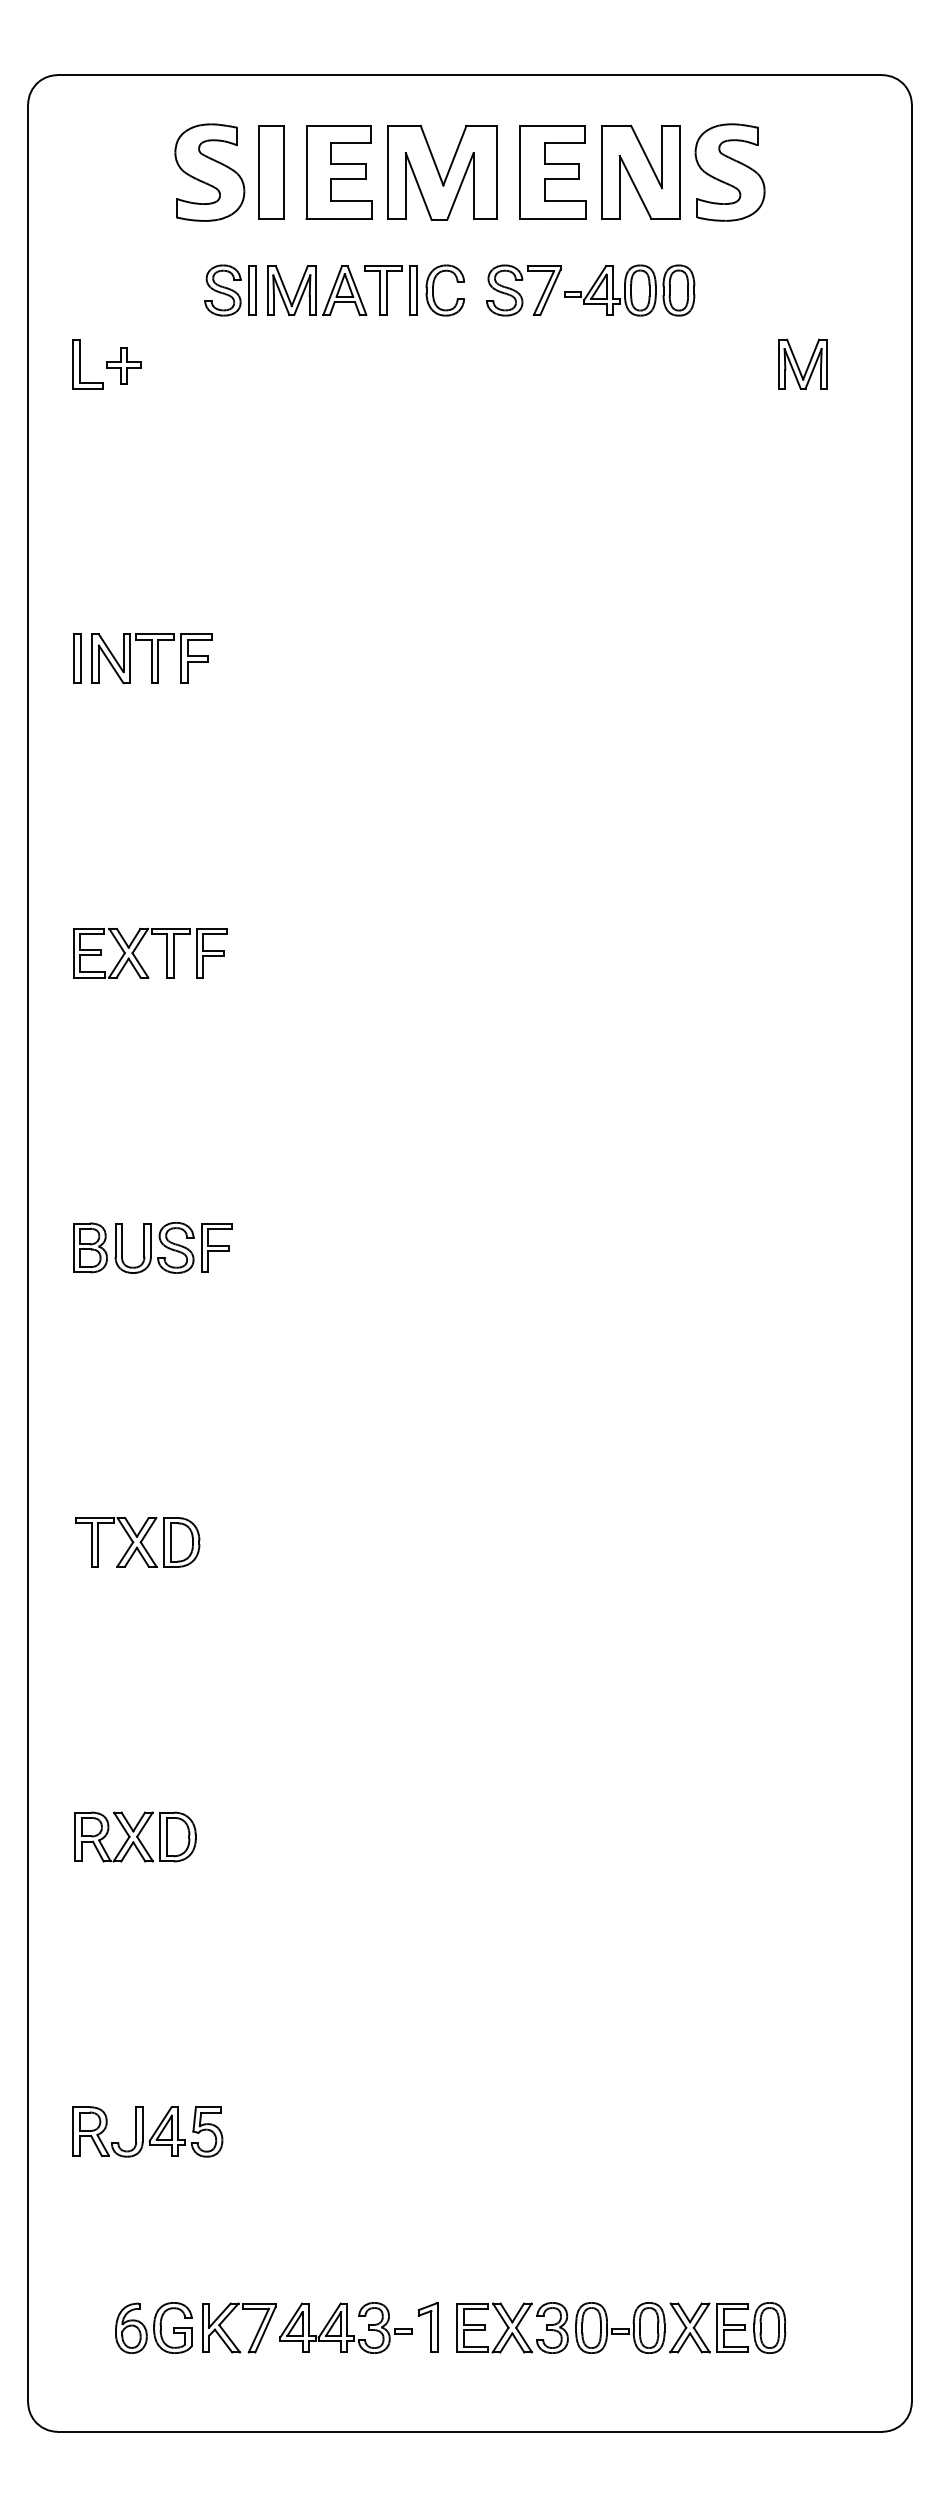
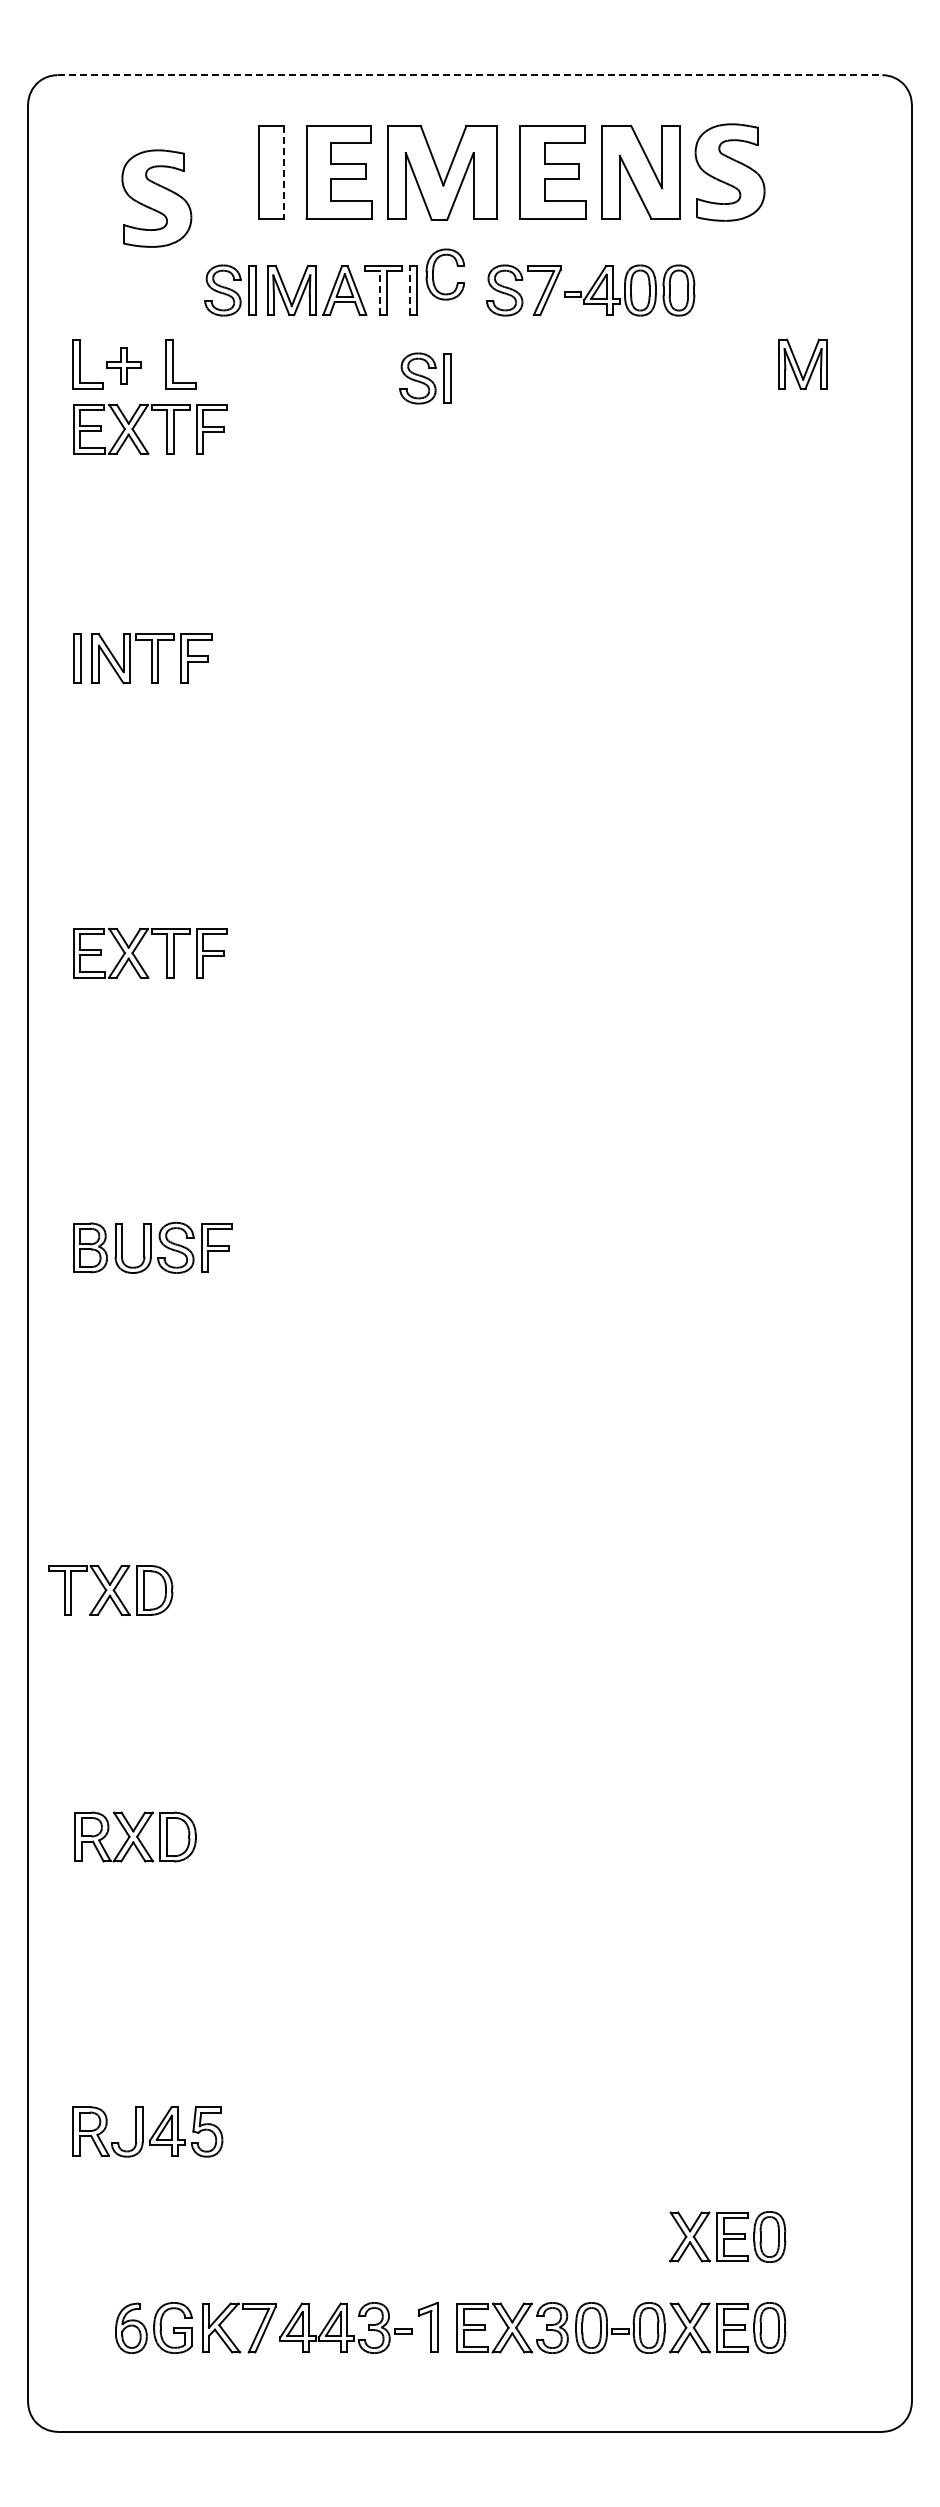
line at (470, 75): solid -> dashed
part at (209, 172) position: (209, 172) -> (156, 198)
line at (283, 172): solid -> dashed
line at (410, 290): solid -> dashed
part at (433, 290) position: (433, 290) -> (433, 274)
line at (380, 293): solid -> dashed
part at (173, 364): none -> present
part at (425, 378): none -> present
part at (139, 420): none -> present
part at (137, 1542) position: (137, 1542) -> (110, 1590)
part at (727, 2236): none -> present
